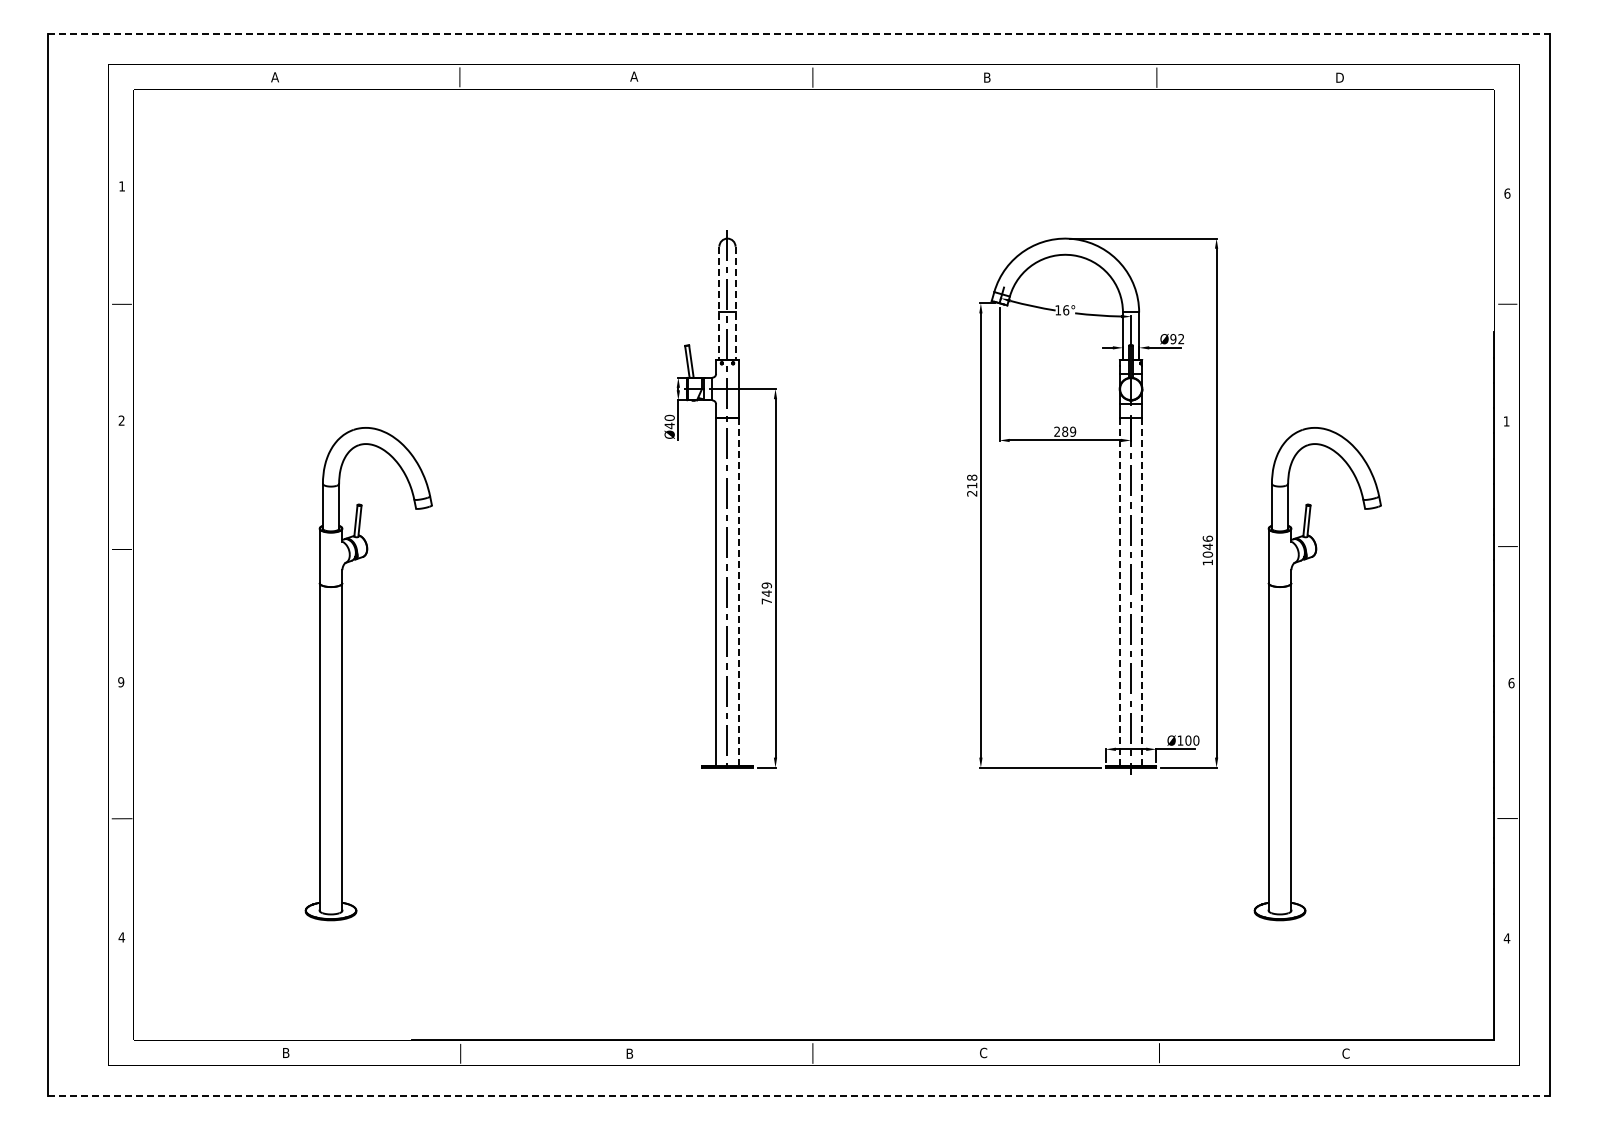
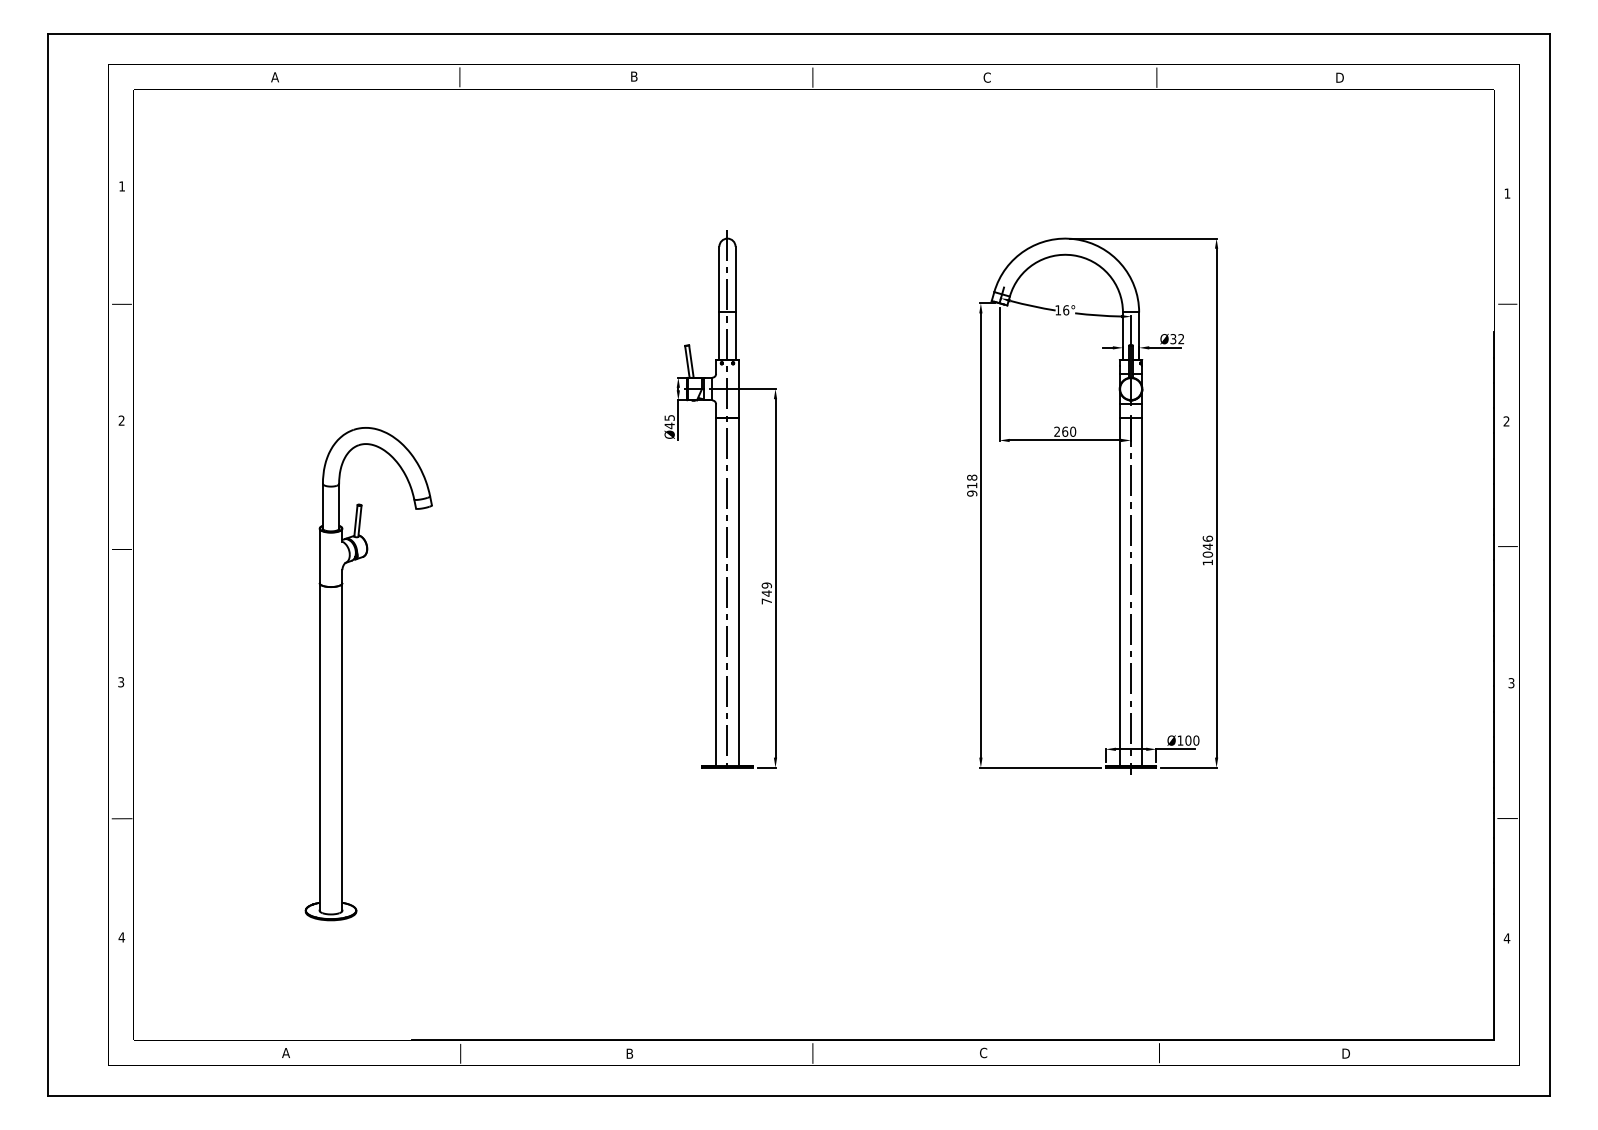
line at (799, 33): dashed -> solid
text at (634, 76): A -> B
text at (986, 77): B -> C
text at (1507, 193): 6 -> 1
line at (719, 303): dashed -> solid
line at (735, 303): dashed -> solid
text at (1173, 338): Ø92 -> Ø32
text at (669, 417): Ø40 -> Ø45
text at (1506, 421): 1 -> 2
text at (1068, 431): 289 -> 260
text at (972, 493): 218 -> 918
line at (738, 591): dashed -> solid
line at (1119, 591): dashed -> solid
line at (1142, 591): dashed -> solid
part at (1291, 674): present -> none
text at (121, 682): 9 -> 3
text at (1511, 683): 6 -> 3
text at (285, 1052): B -> A
text at (1345, 1053): C -> D
line at (799, 1096): dashed -> solid
